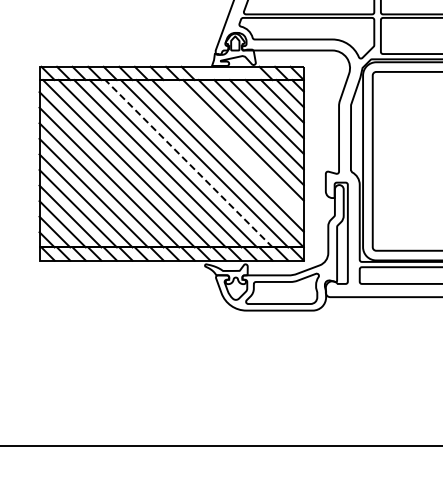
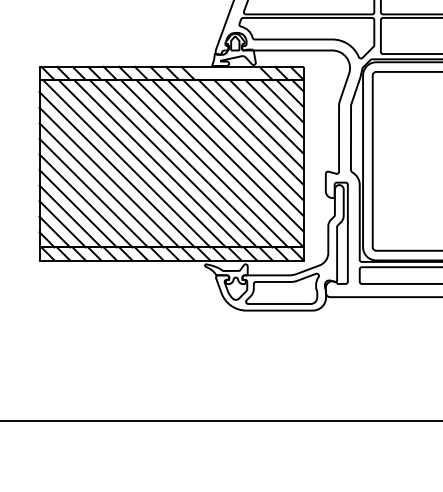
line at (235, 148): none -> present
line at (188, 163): dashed -> solid
line at (220, 446) position: (220, 446) -> (220, 421)
